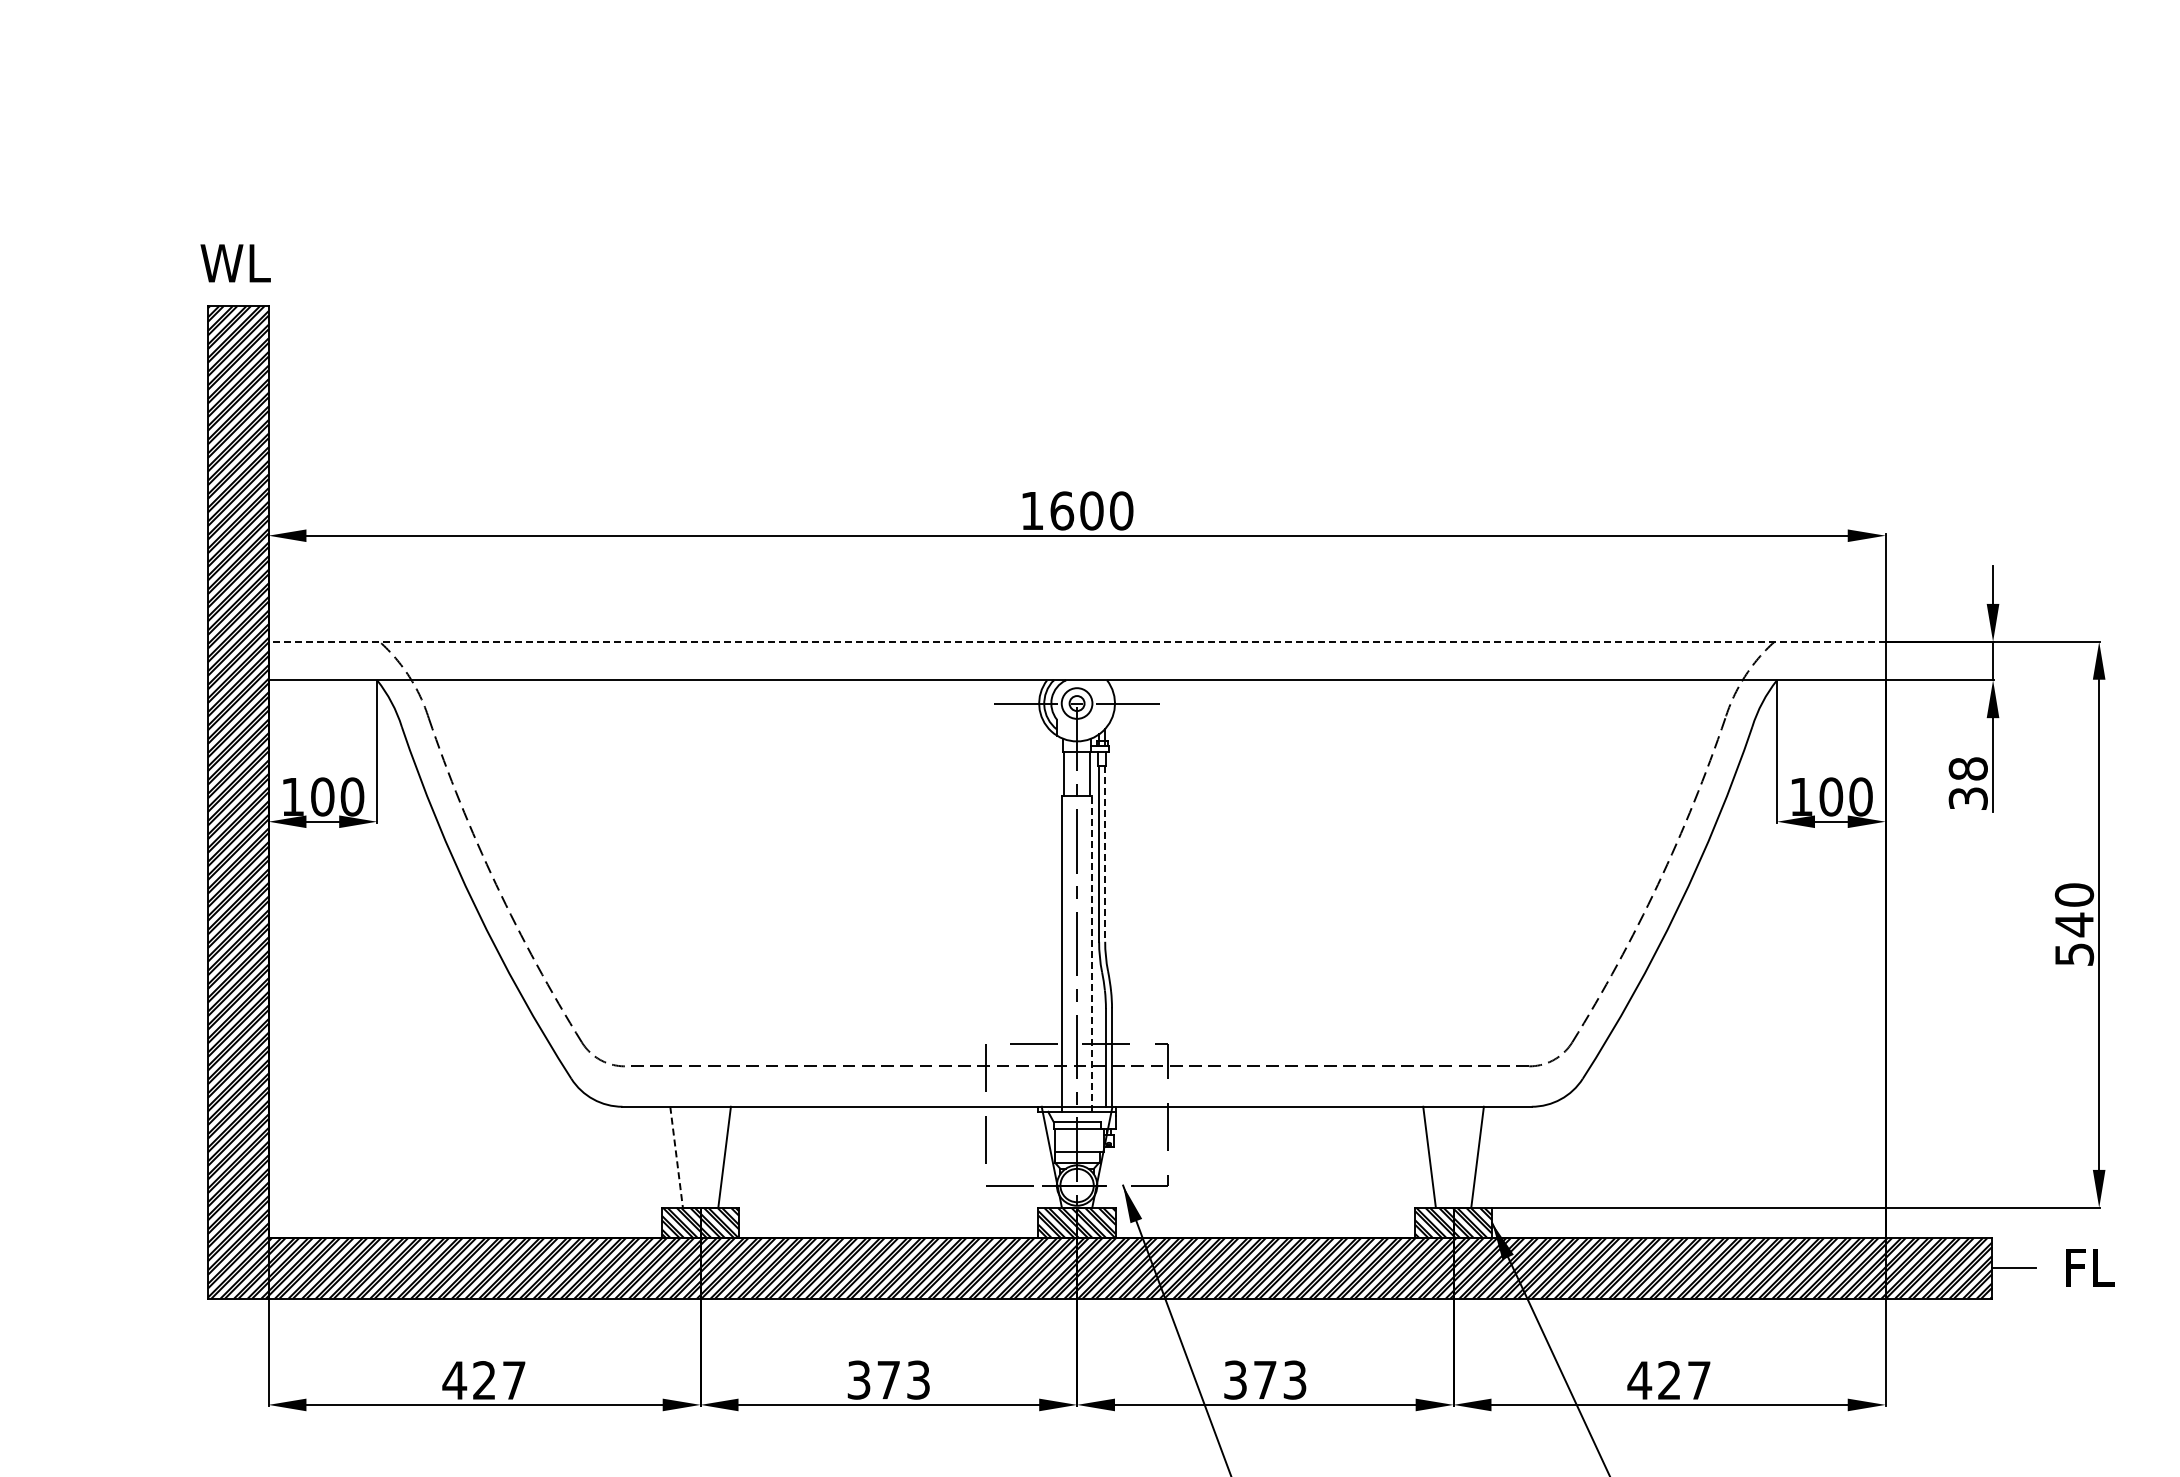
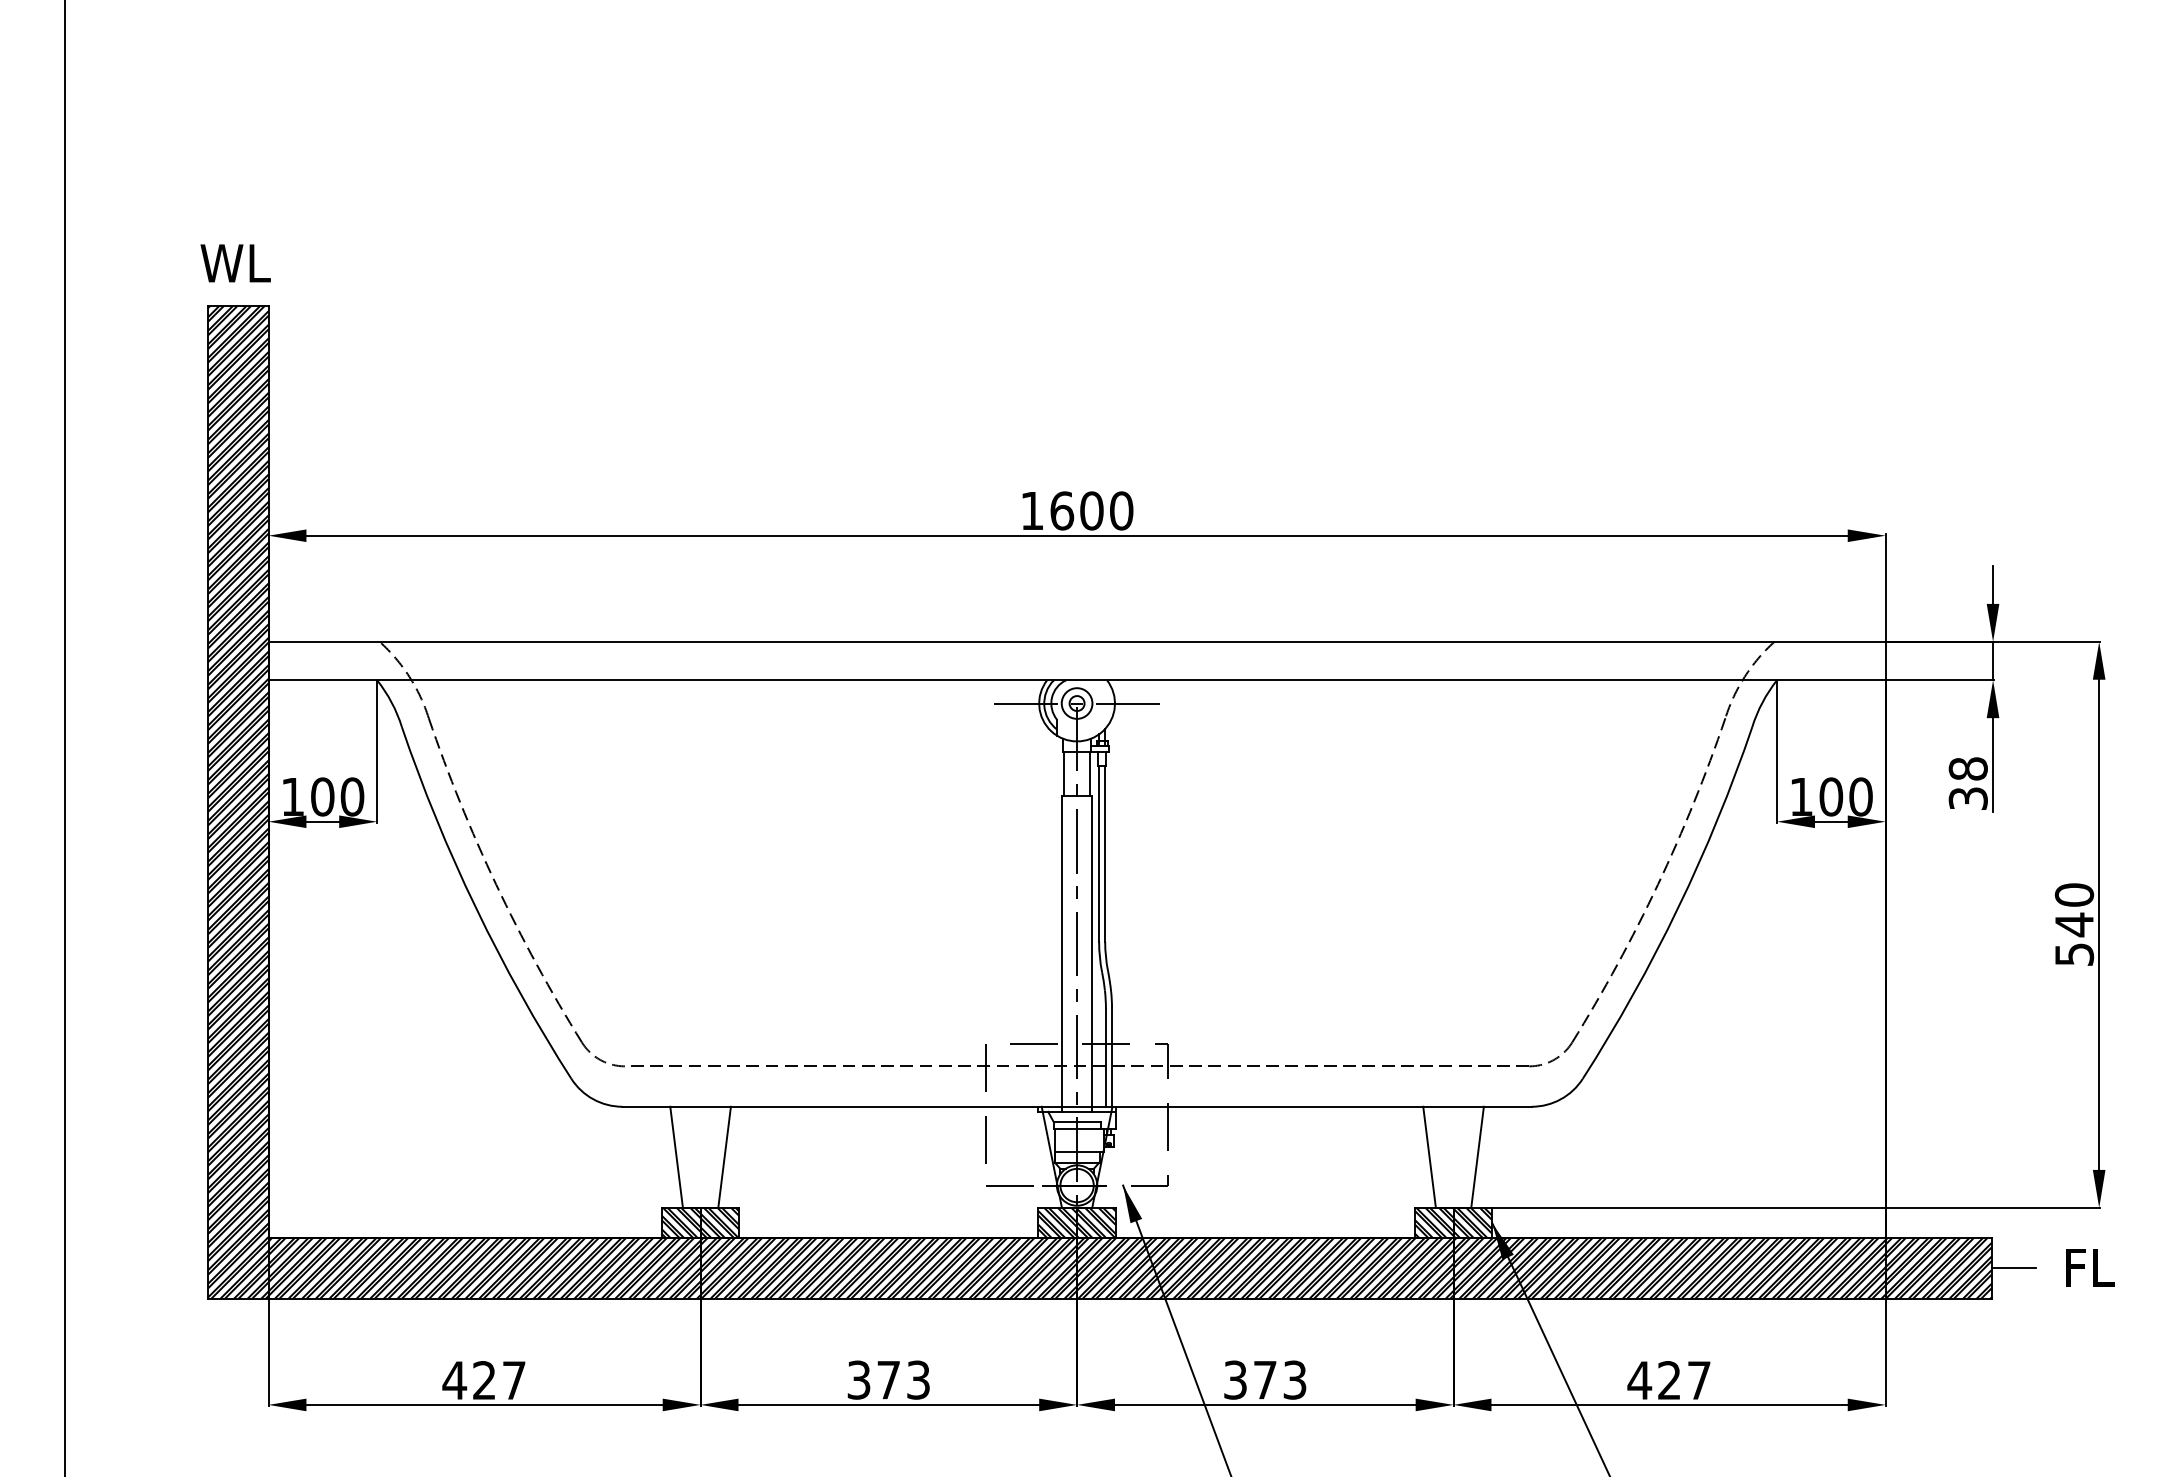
line at (1077, 641): dashed -> solid
line at (65, 737): none -> present
line at (1105, 854): dashed -> solid
line at (1092, 953): dashed -> solid
line at (676, 1157): dashed -> solid
